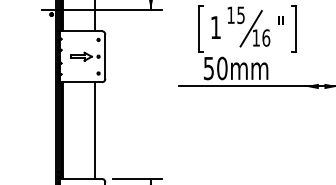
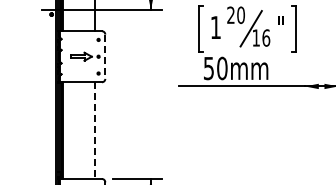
text at (235, 14): 15 -> 20
line at (105, 57): solid -> dashed
line at (95, 131): solid -> dashed
